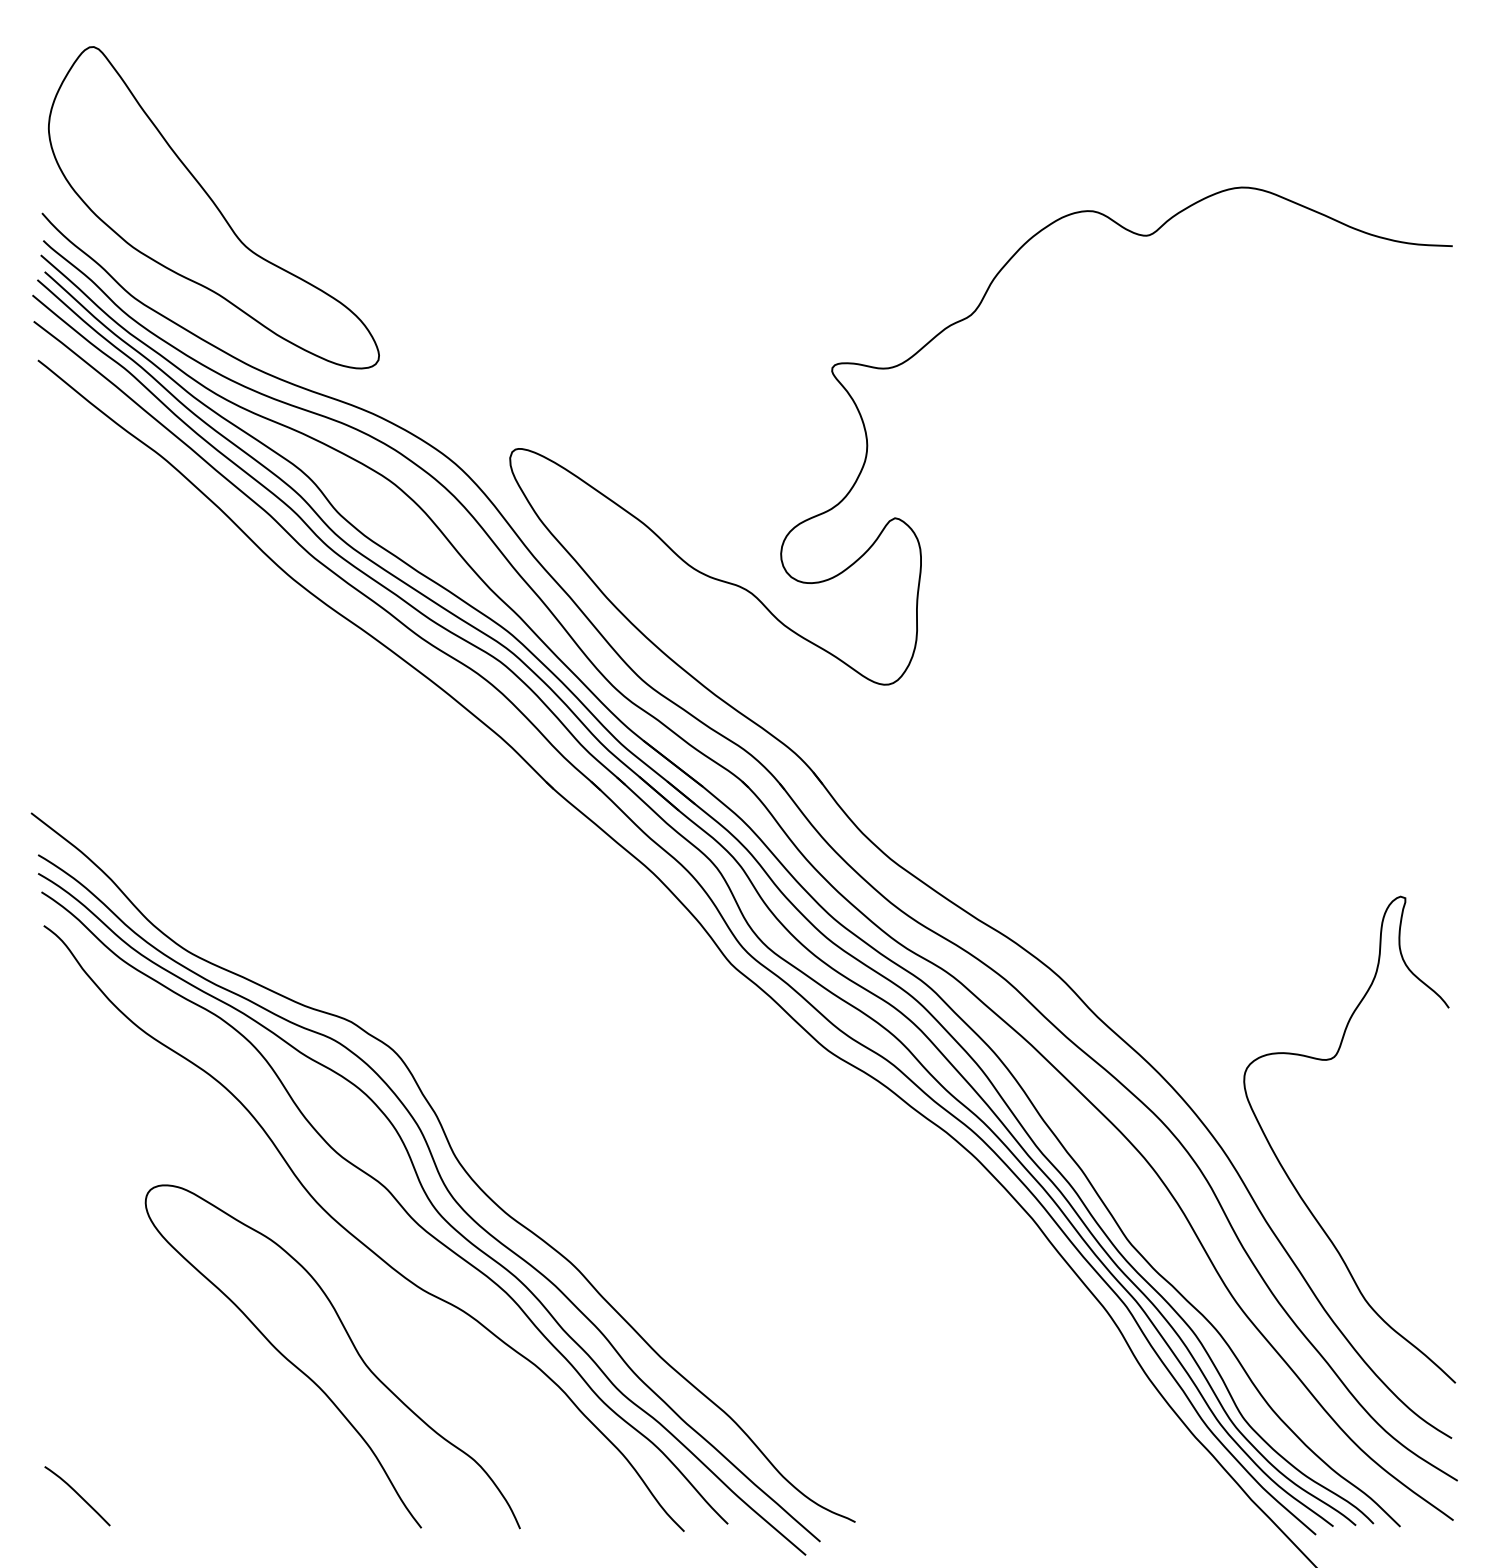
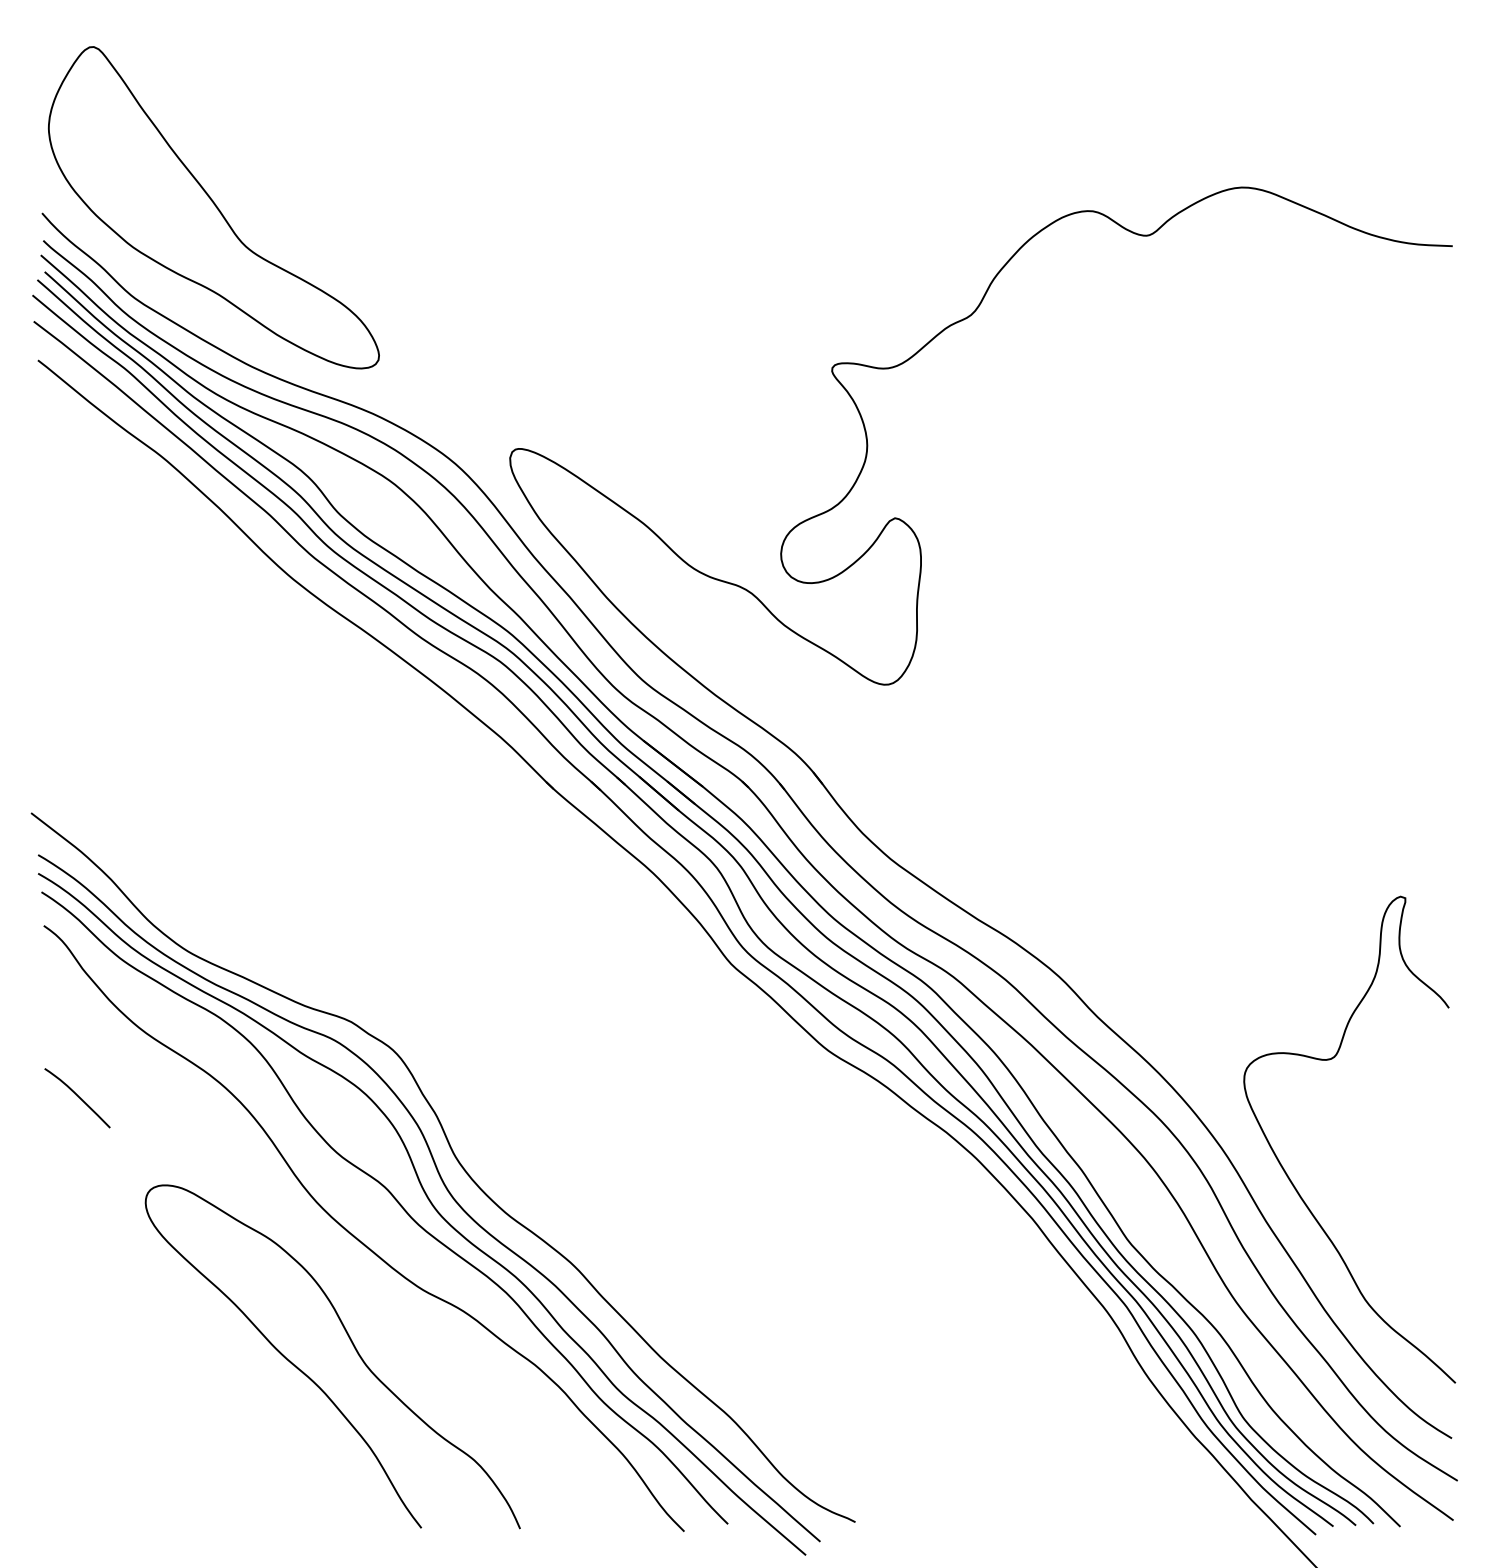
curve at (78, 1495) position: (78, 1495) -> (78, 1097)
